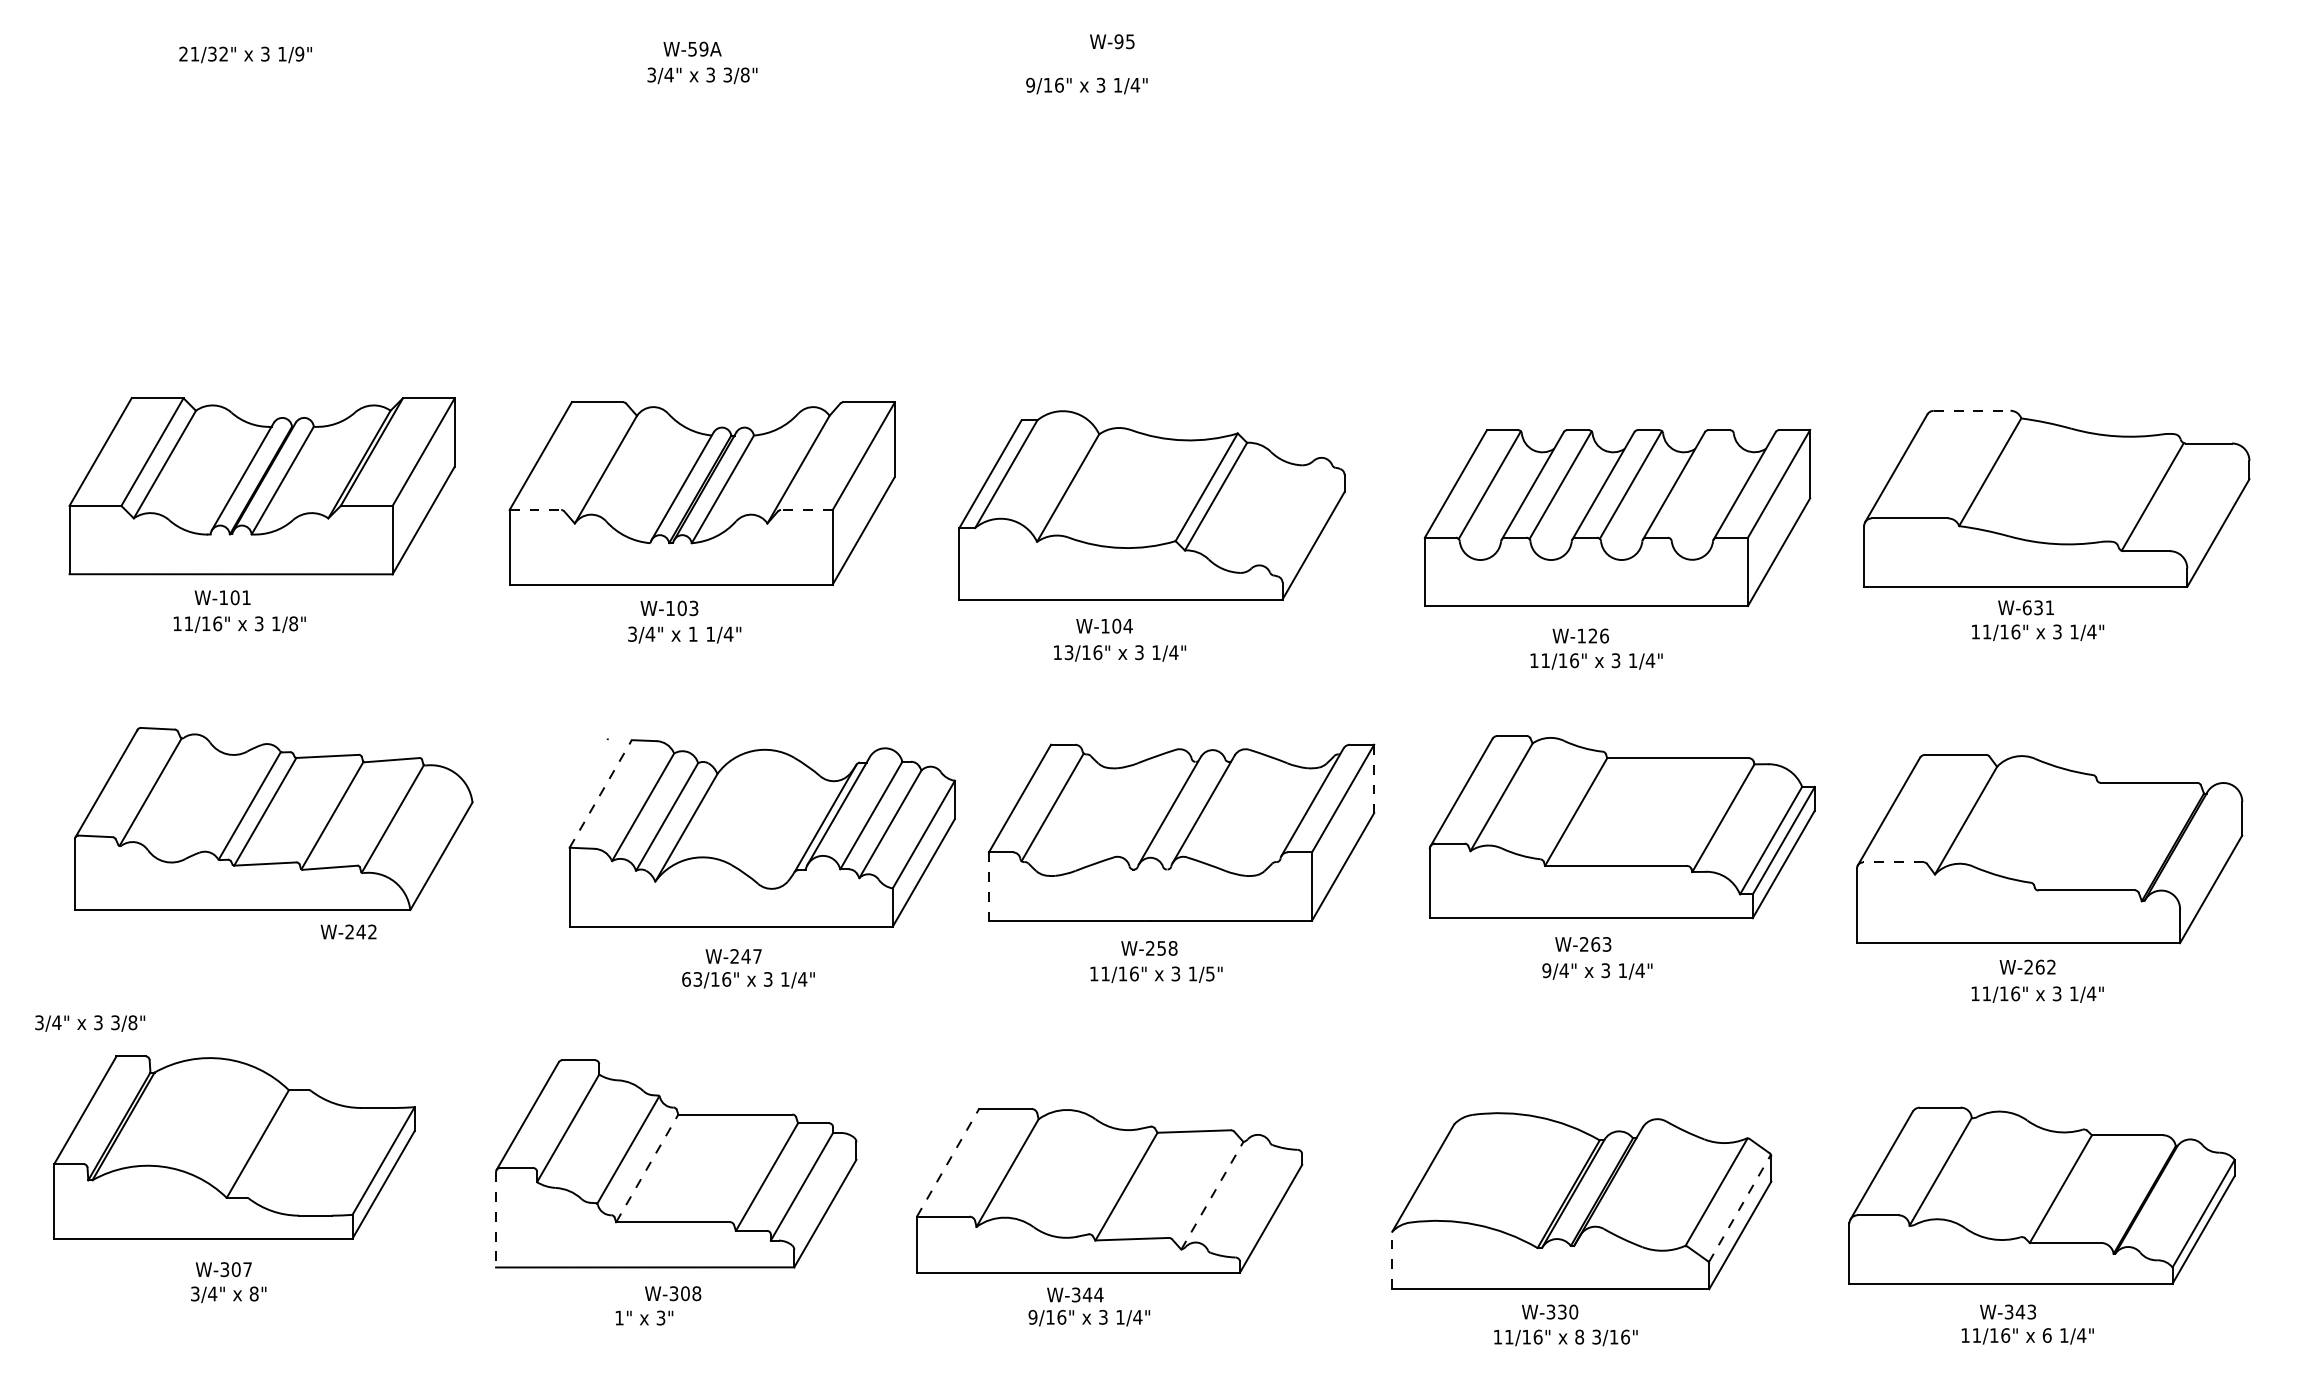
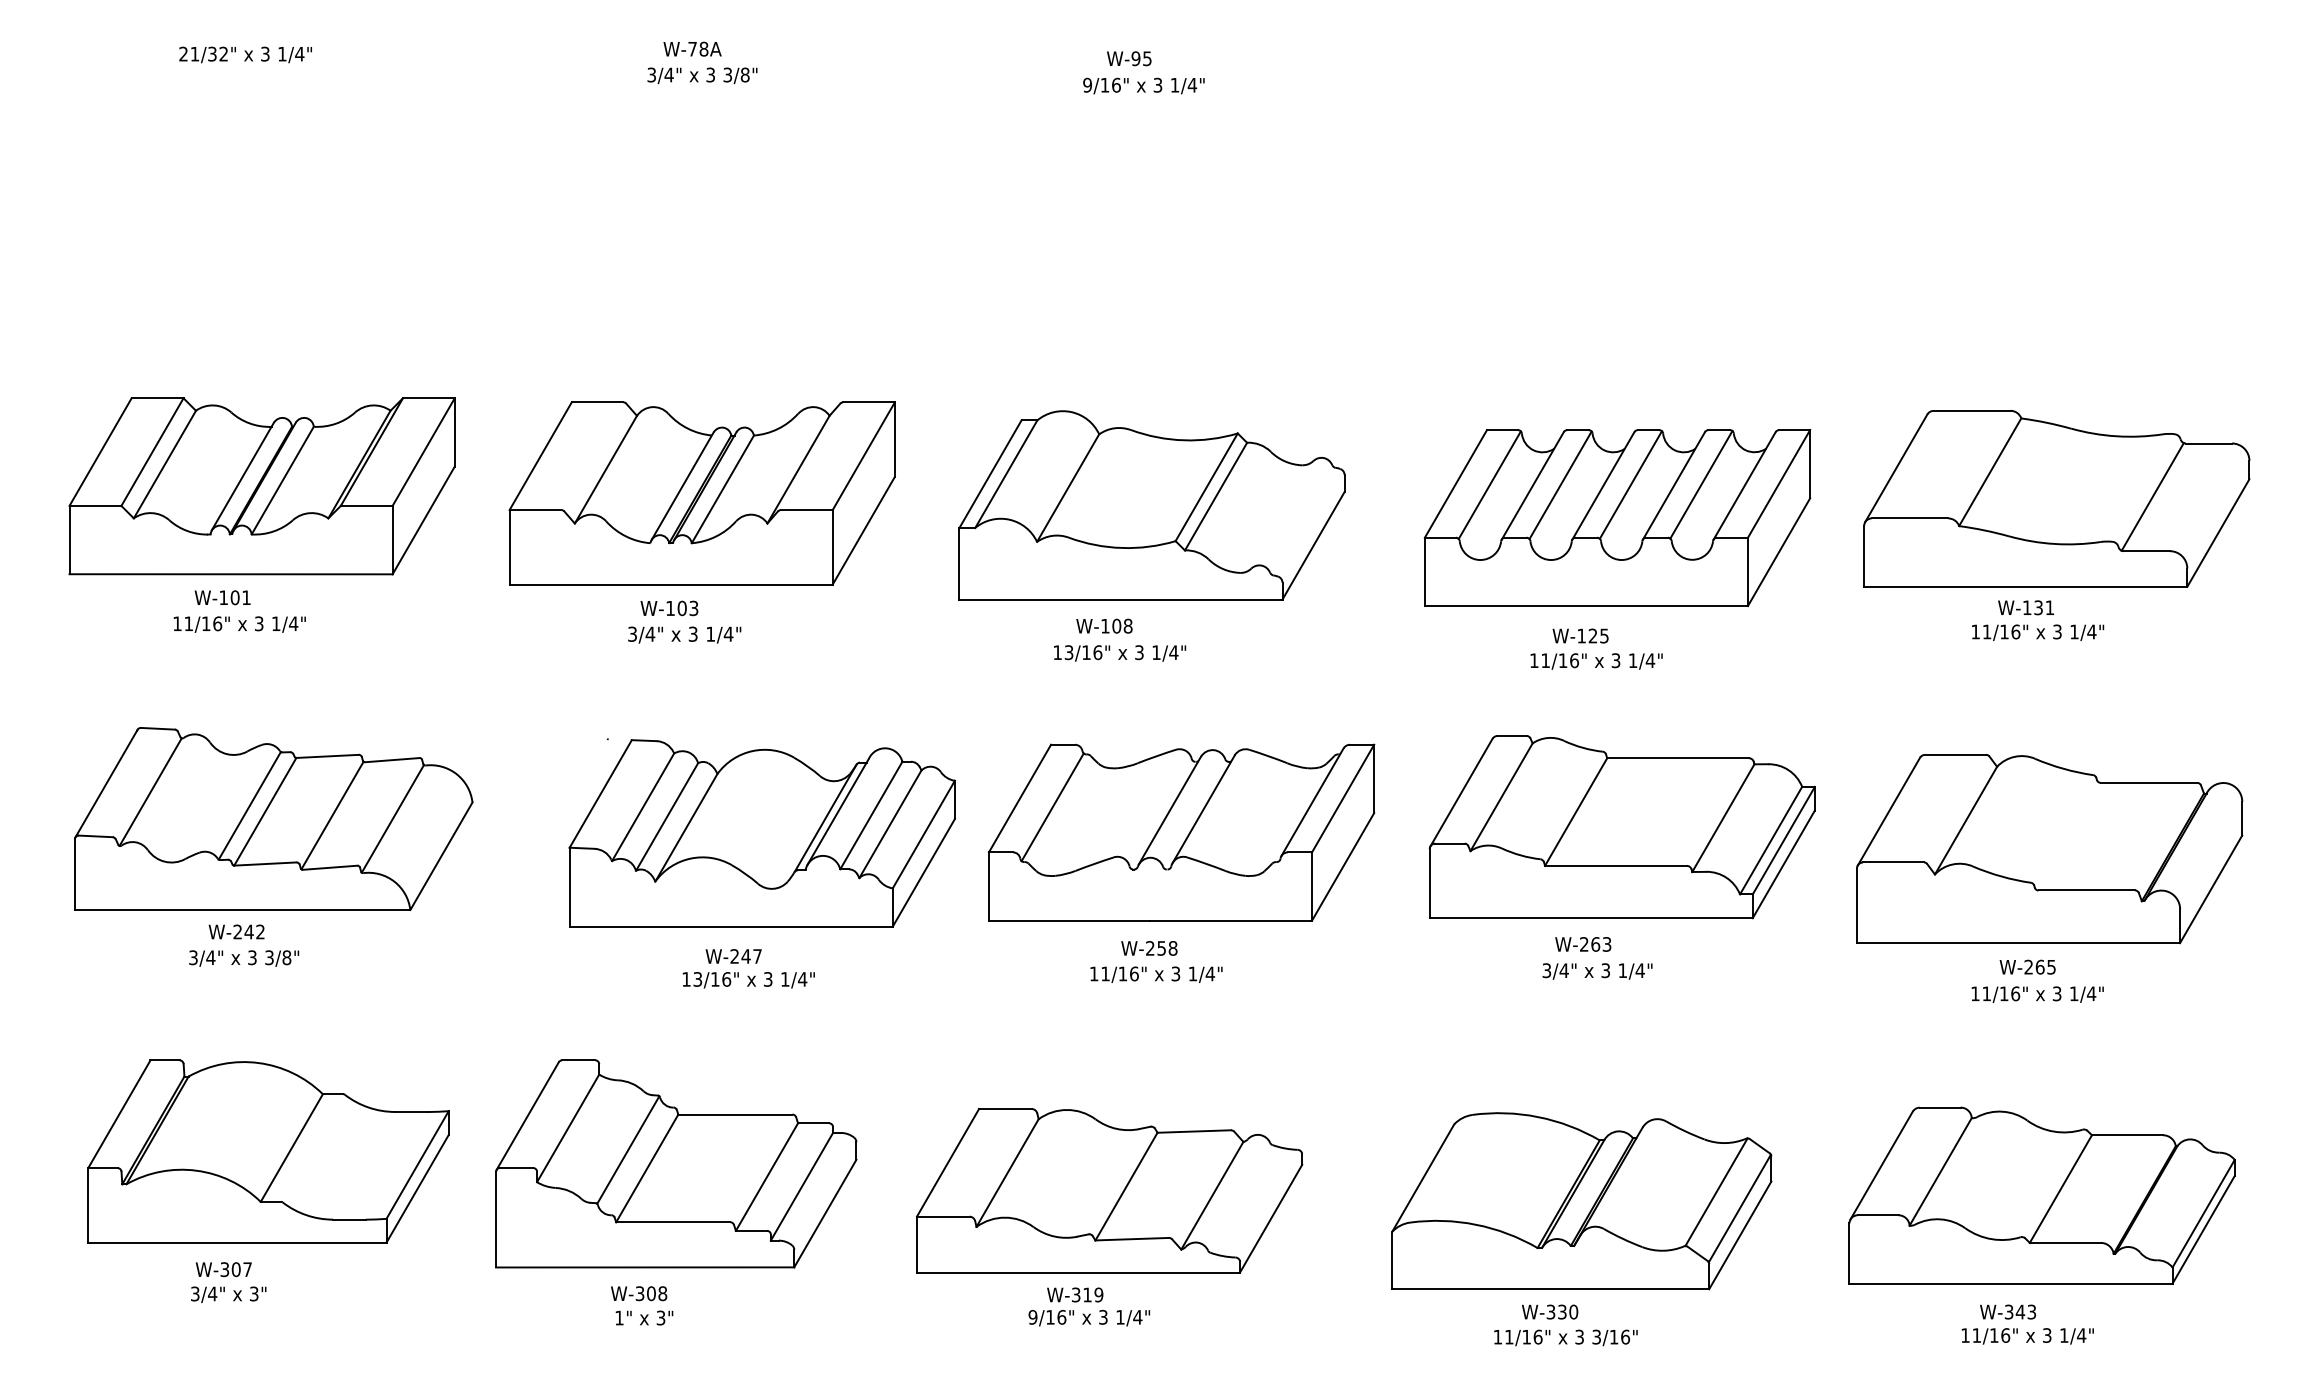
text at (1112, 41) position: (1112, 41) -> (1129, 58)
text at (698, 49): W-59A -> W-78A
text at (299, 53): 1/9" -> 1/4"
text at (1086, 85) position: (1086, 85) -> (1143, 85)
line at (1972, 410): dashed -> solid
line at (1701, 484): none -> present
line at (535, 510): dashed -> solid
line at (806, 510): dashed -> solid
text at (2026, 607): W-631 -> W-131
text at (293, 623): 1/8" -> 1/4"
text at (1127, 625): W-104 -> W-108
text at (692, 633): 1 -> 3
text at (1604, 635): W-126 -> W-125
line at (1374, 779): dashed -> solid
line at (601, 793): dashed -> solid
line at (1893, 862): dashed -> solid
line at (988, 887): dashed -> solid
text at (348, 931) position: (348, 931) -> (236, 931)
text at (2051, 966): W-262 -> W-265
text at (1546, 970): 9/4" -> 3/4"
text at (1210, 973): 1/5" -> 1/4"
text at (686, 979): 63/16" -> 13/16"
text at (90, 1023) position: (90, 1023) -> (244, 958)
part at (234, 1147) position: (234, 1147) -> (268, 1151)
line at (948, 1162): dashed -> solid
line at (647, 1167): dashed -> solid
line at (1212, 1195): dashed -> solid
line at (1740, 1208): dashed -> solid
line at (496, 1219): dashed -> solid
line at (1392, 1260): dashed -> solid
text at (253, 1293): 8" -> 3"
text at (673, 1293) position: (673, 1293) -> (639, 1293)
text at (1092, 1294): W-344 -> W-319
text at (2046, 1335): 6 -> 3
text at (1579, 1336): 8 -> 3
